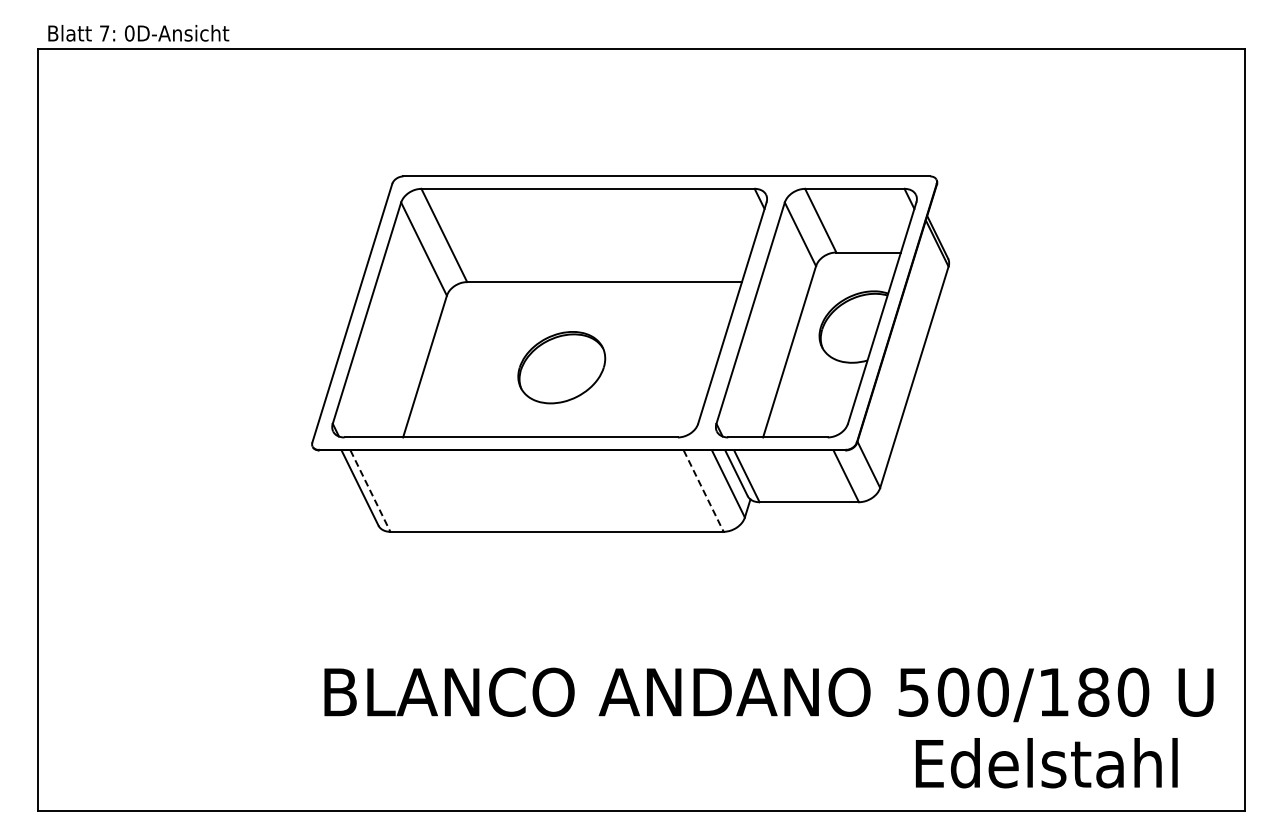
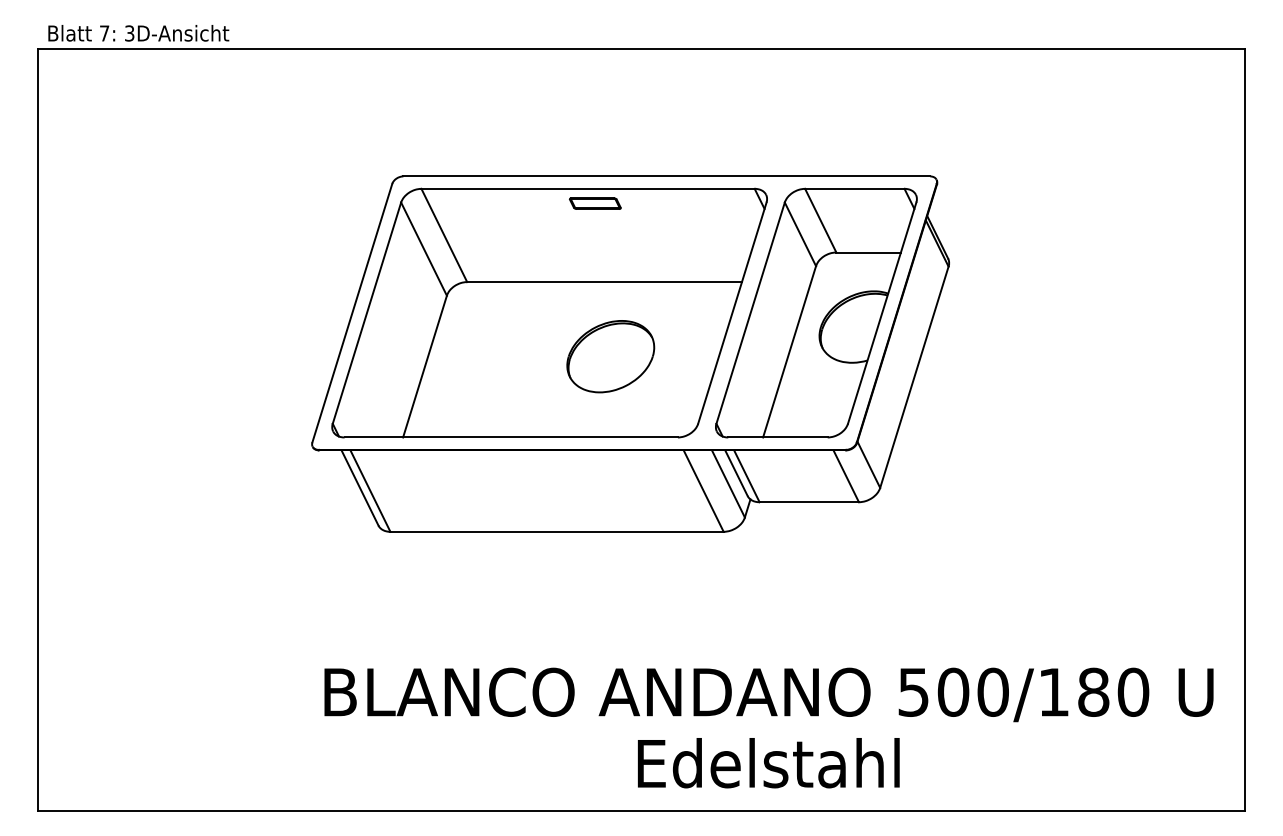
text at (129, 33): 0D-Ansicht -> 3D-Ansicht
part at (595, 203): none -> present
part at (561, 367) position: (561, 367) -> (610, 356)
line at (370, 491): dashed -> solid
line at (703, 491): dashed -> solid
text at (1046, 763) position: (1046, 763) -> (768, 763)
